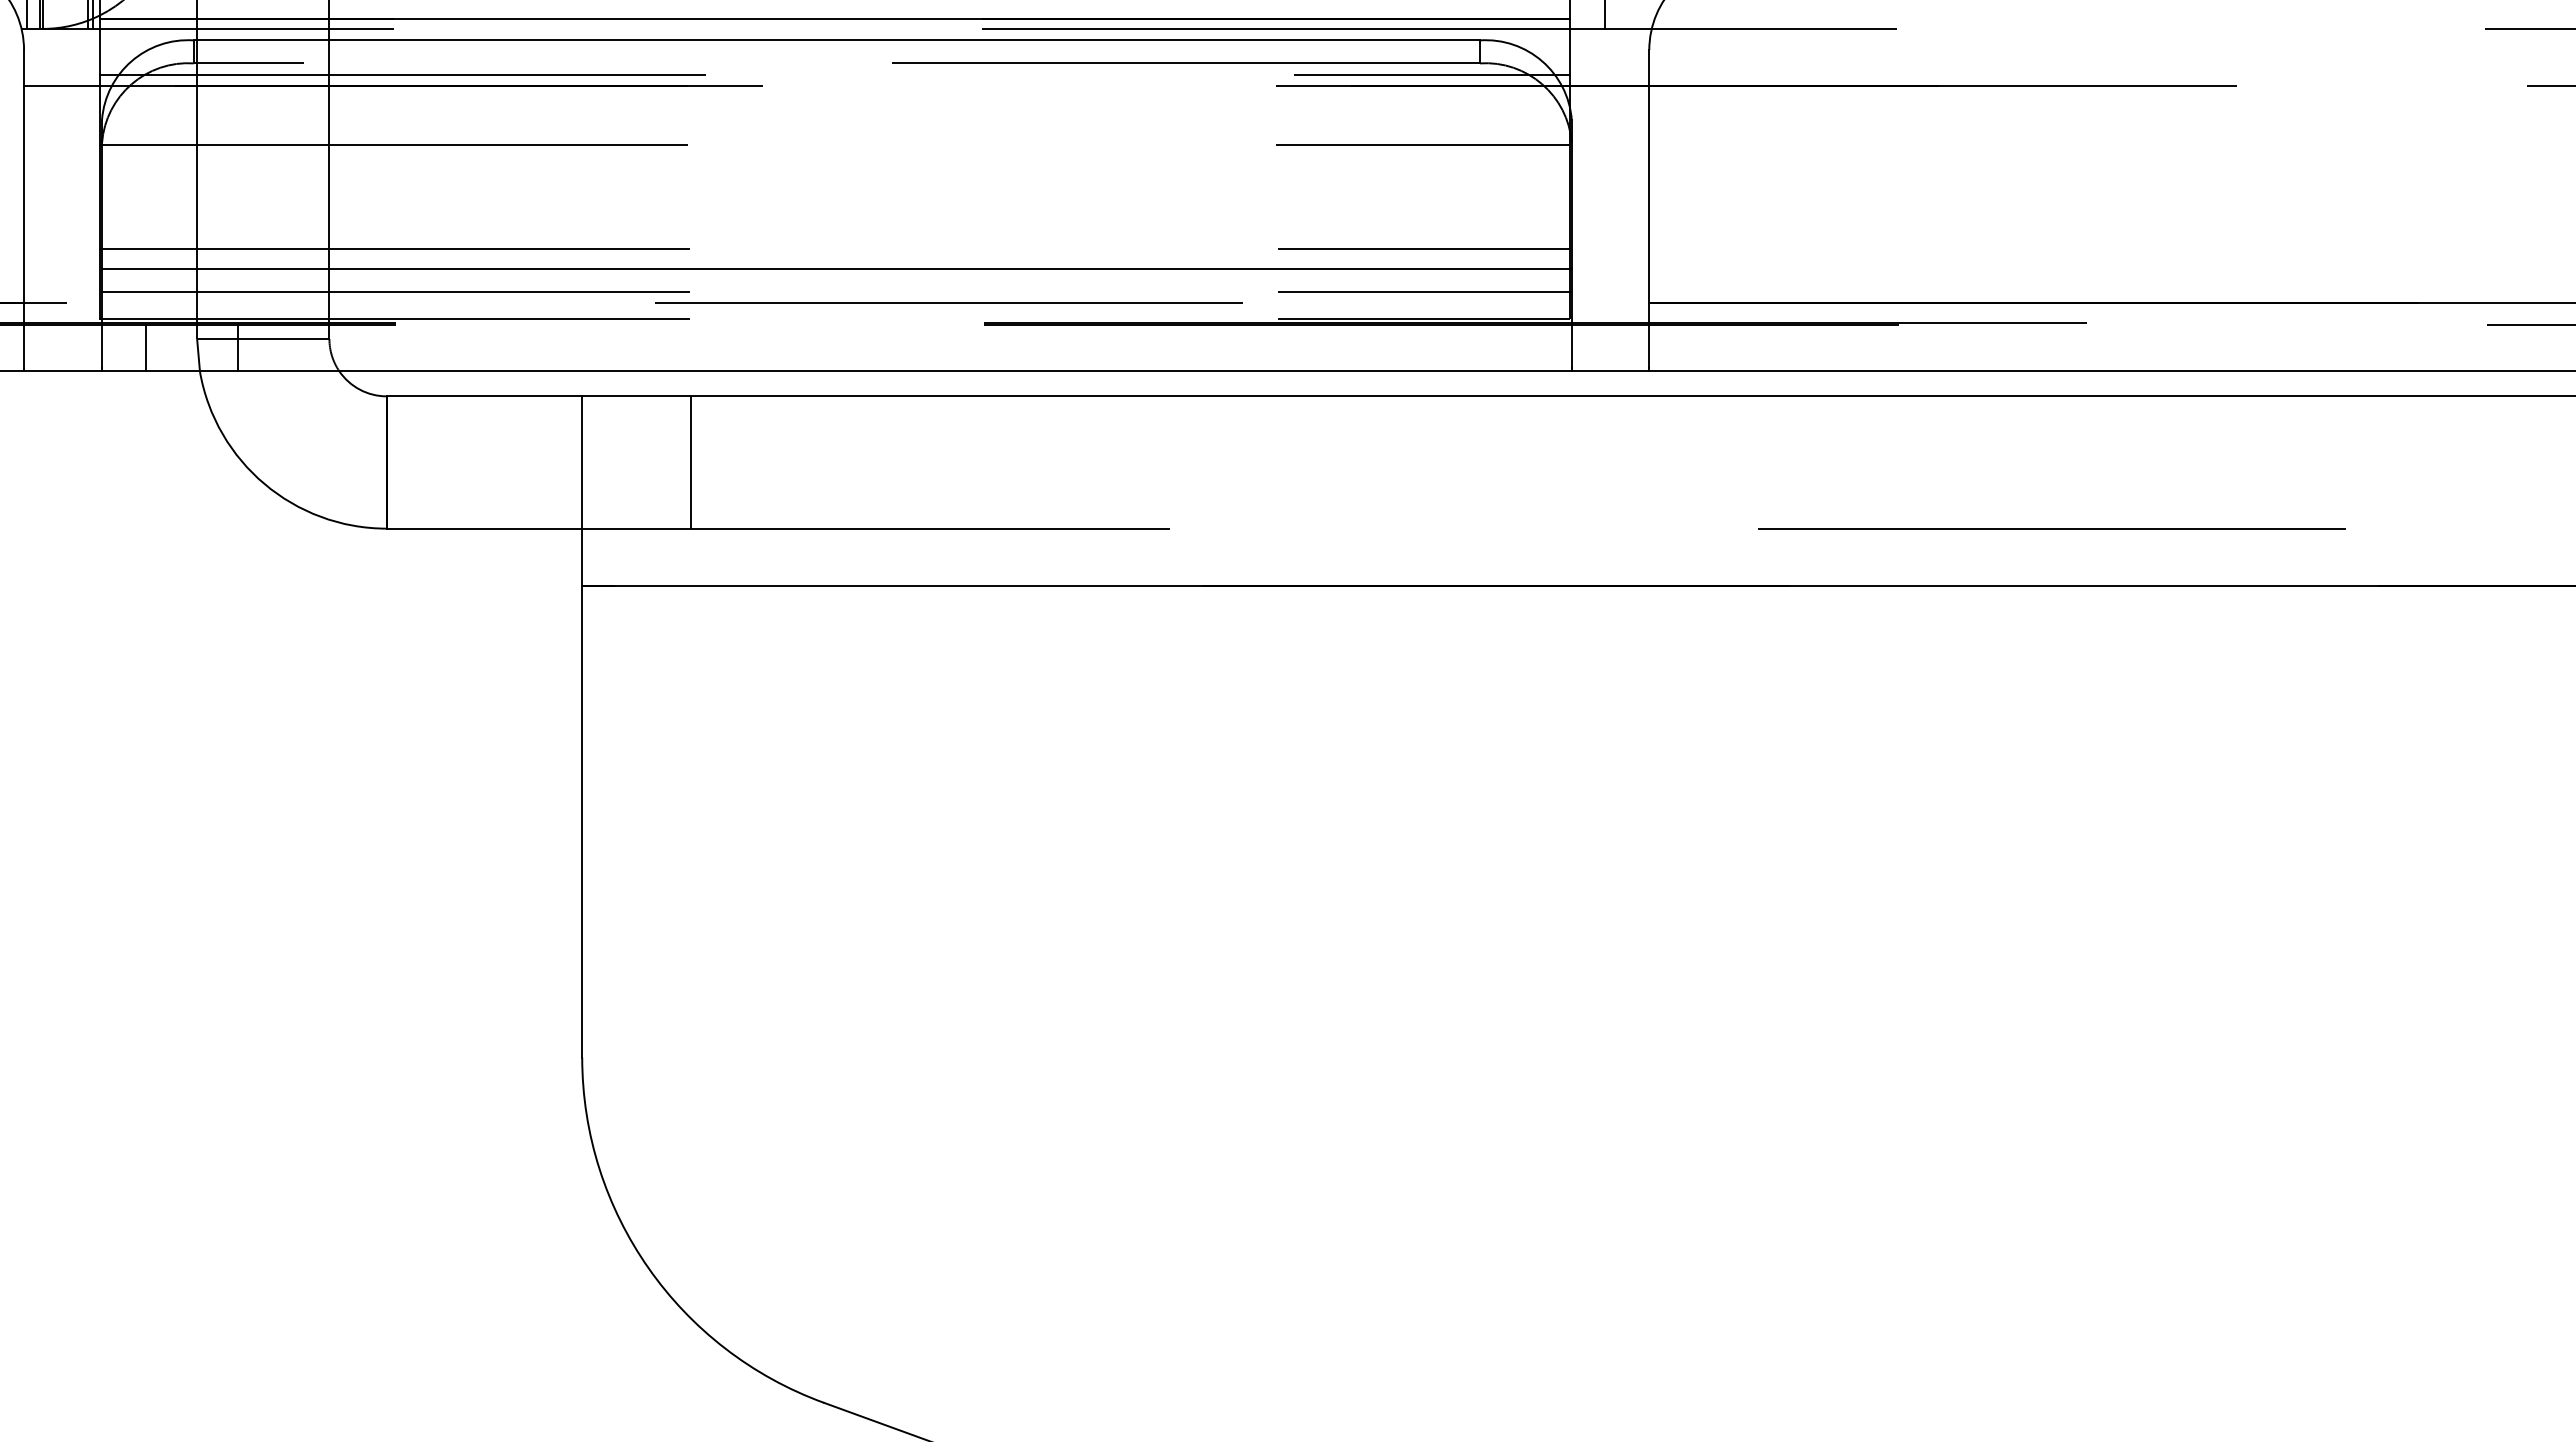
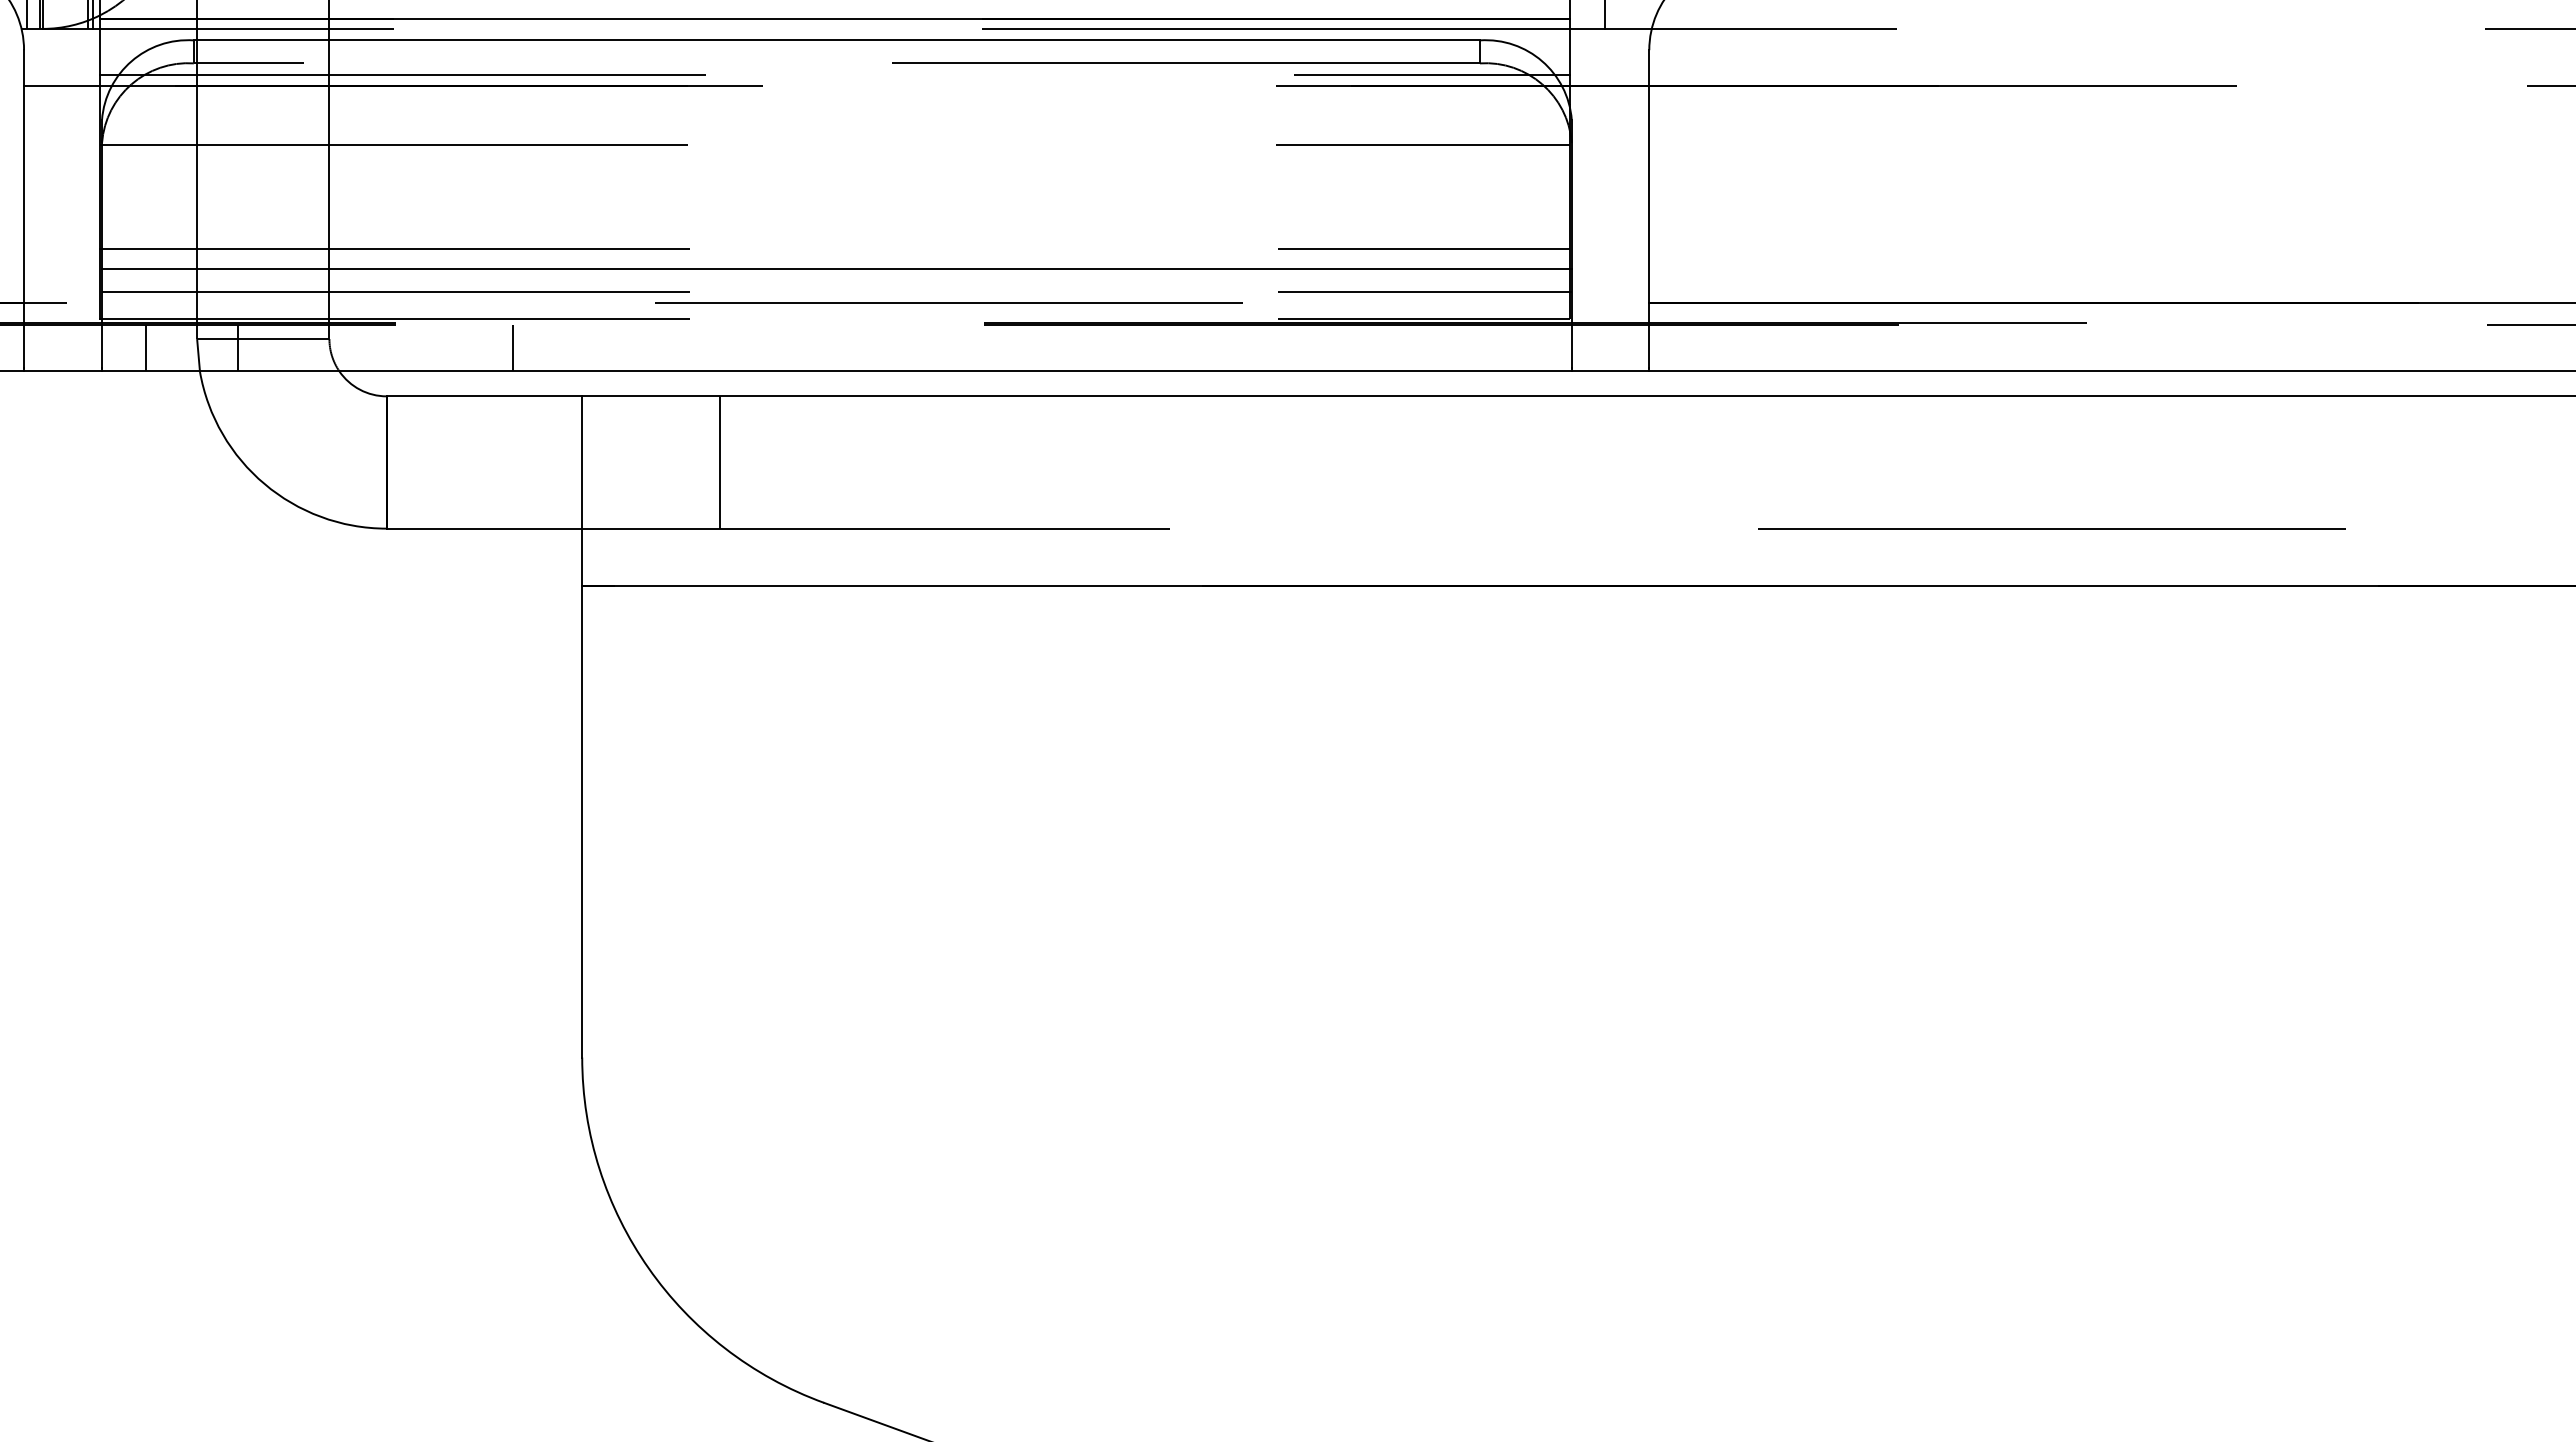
line at (513, 348): none -> present
line at (691, 462) position: (691, 462) -> (720, 462)
